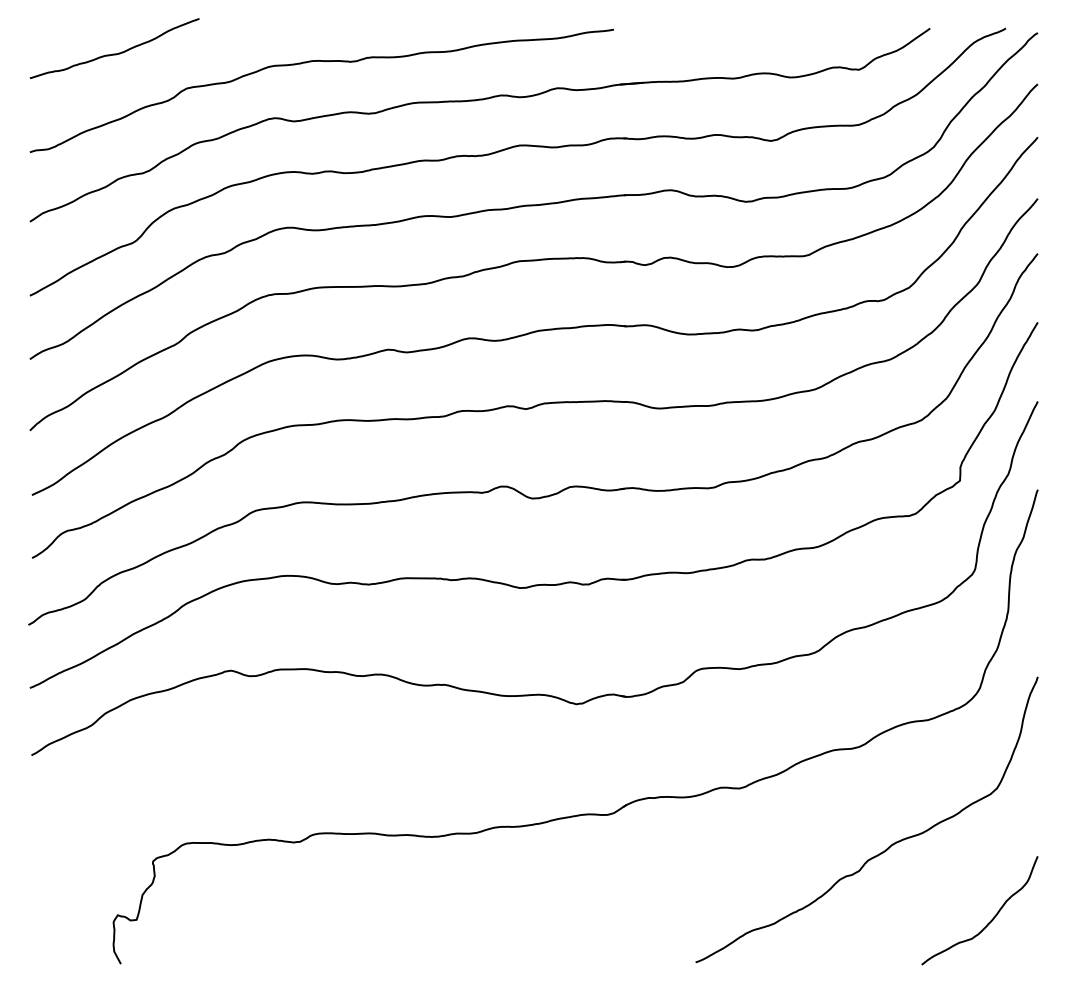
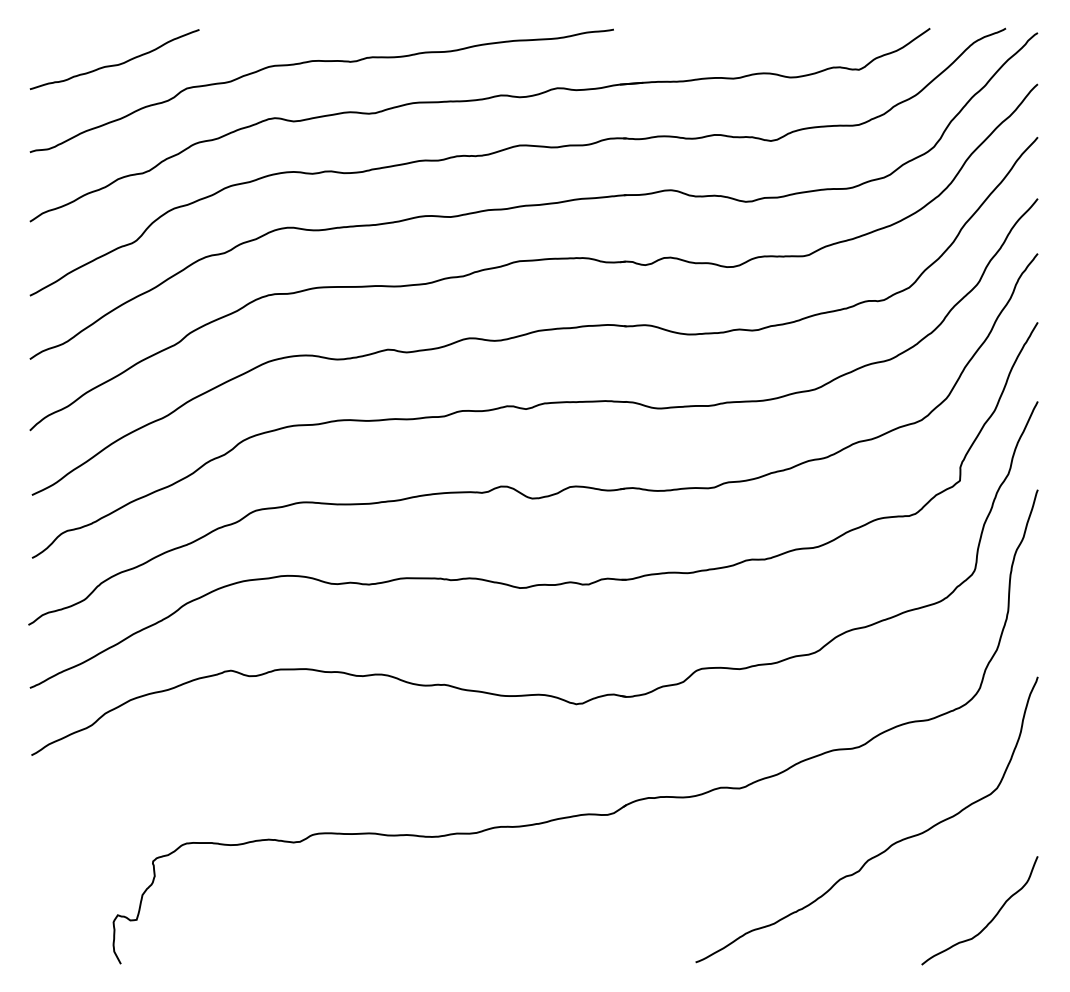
curve at (114, 53) position: (114, 53) -> (114, 64)
